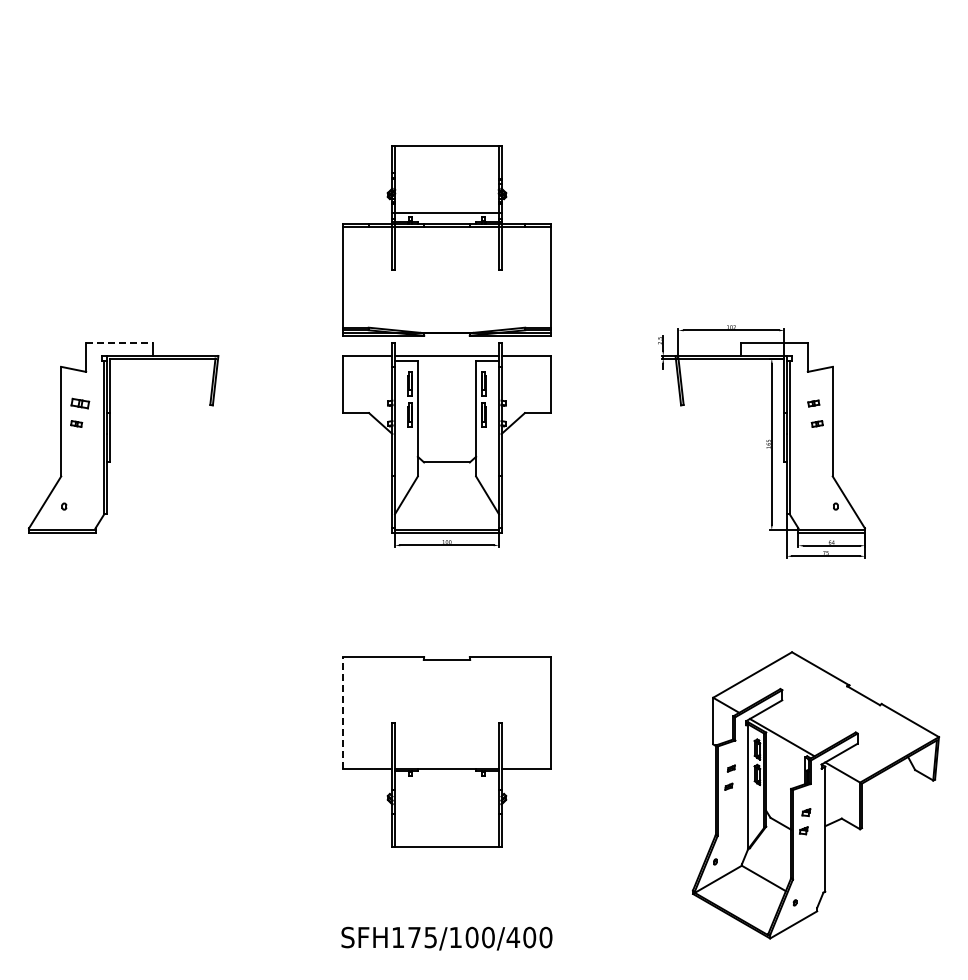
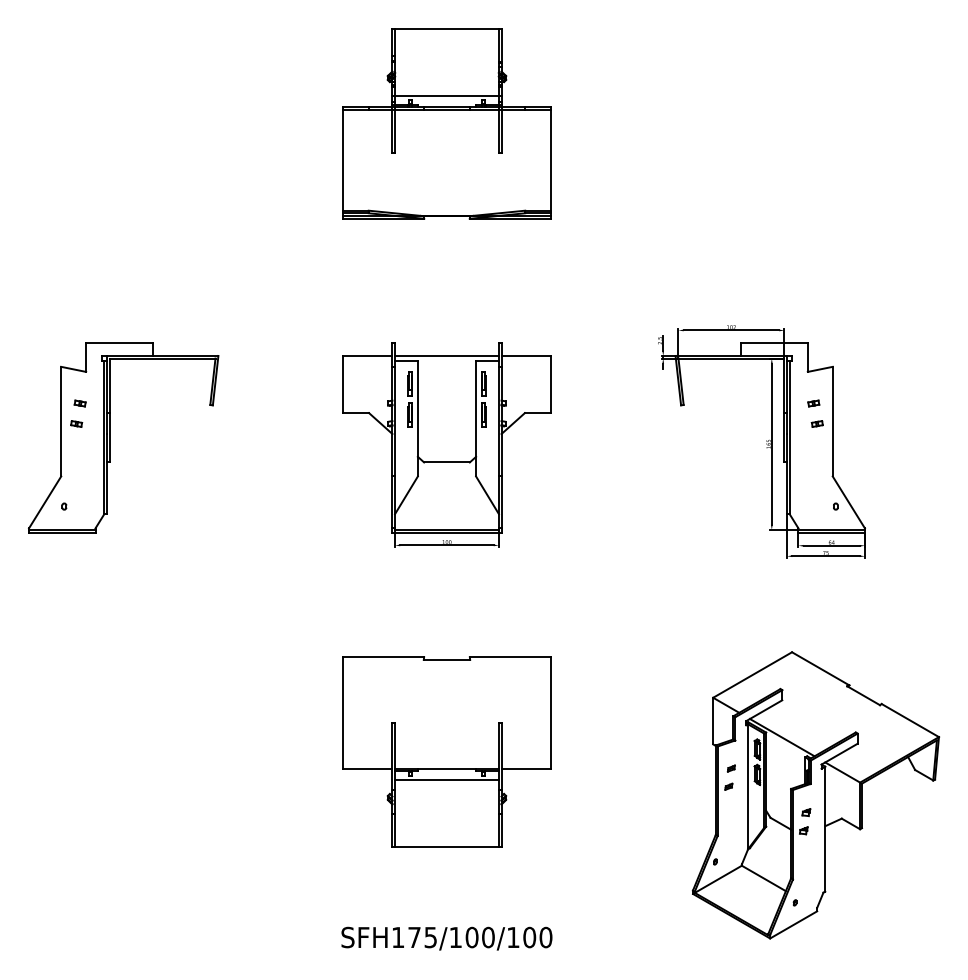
part at (446, 240) position: (446, 240) -> (446, 123)
line at (119, 343): dashed -> solid
part at (80, 403) size: 21x13 px -> 14x9 px
line at (343, 712): dashed -> solid
line at (446, 780): none -> present
text at (513, 937): SFH175/100/400 -> SFH175/100/100
